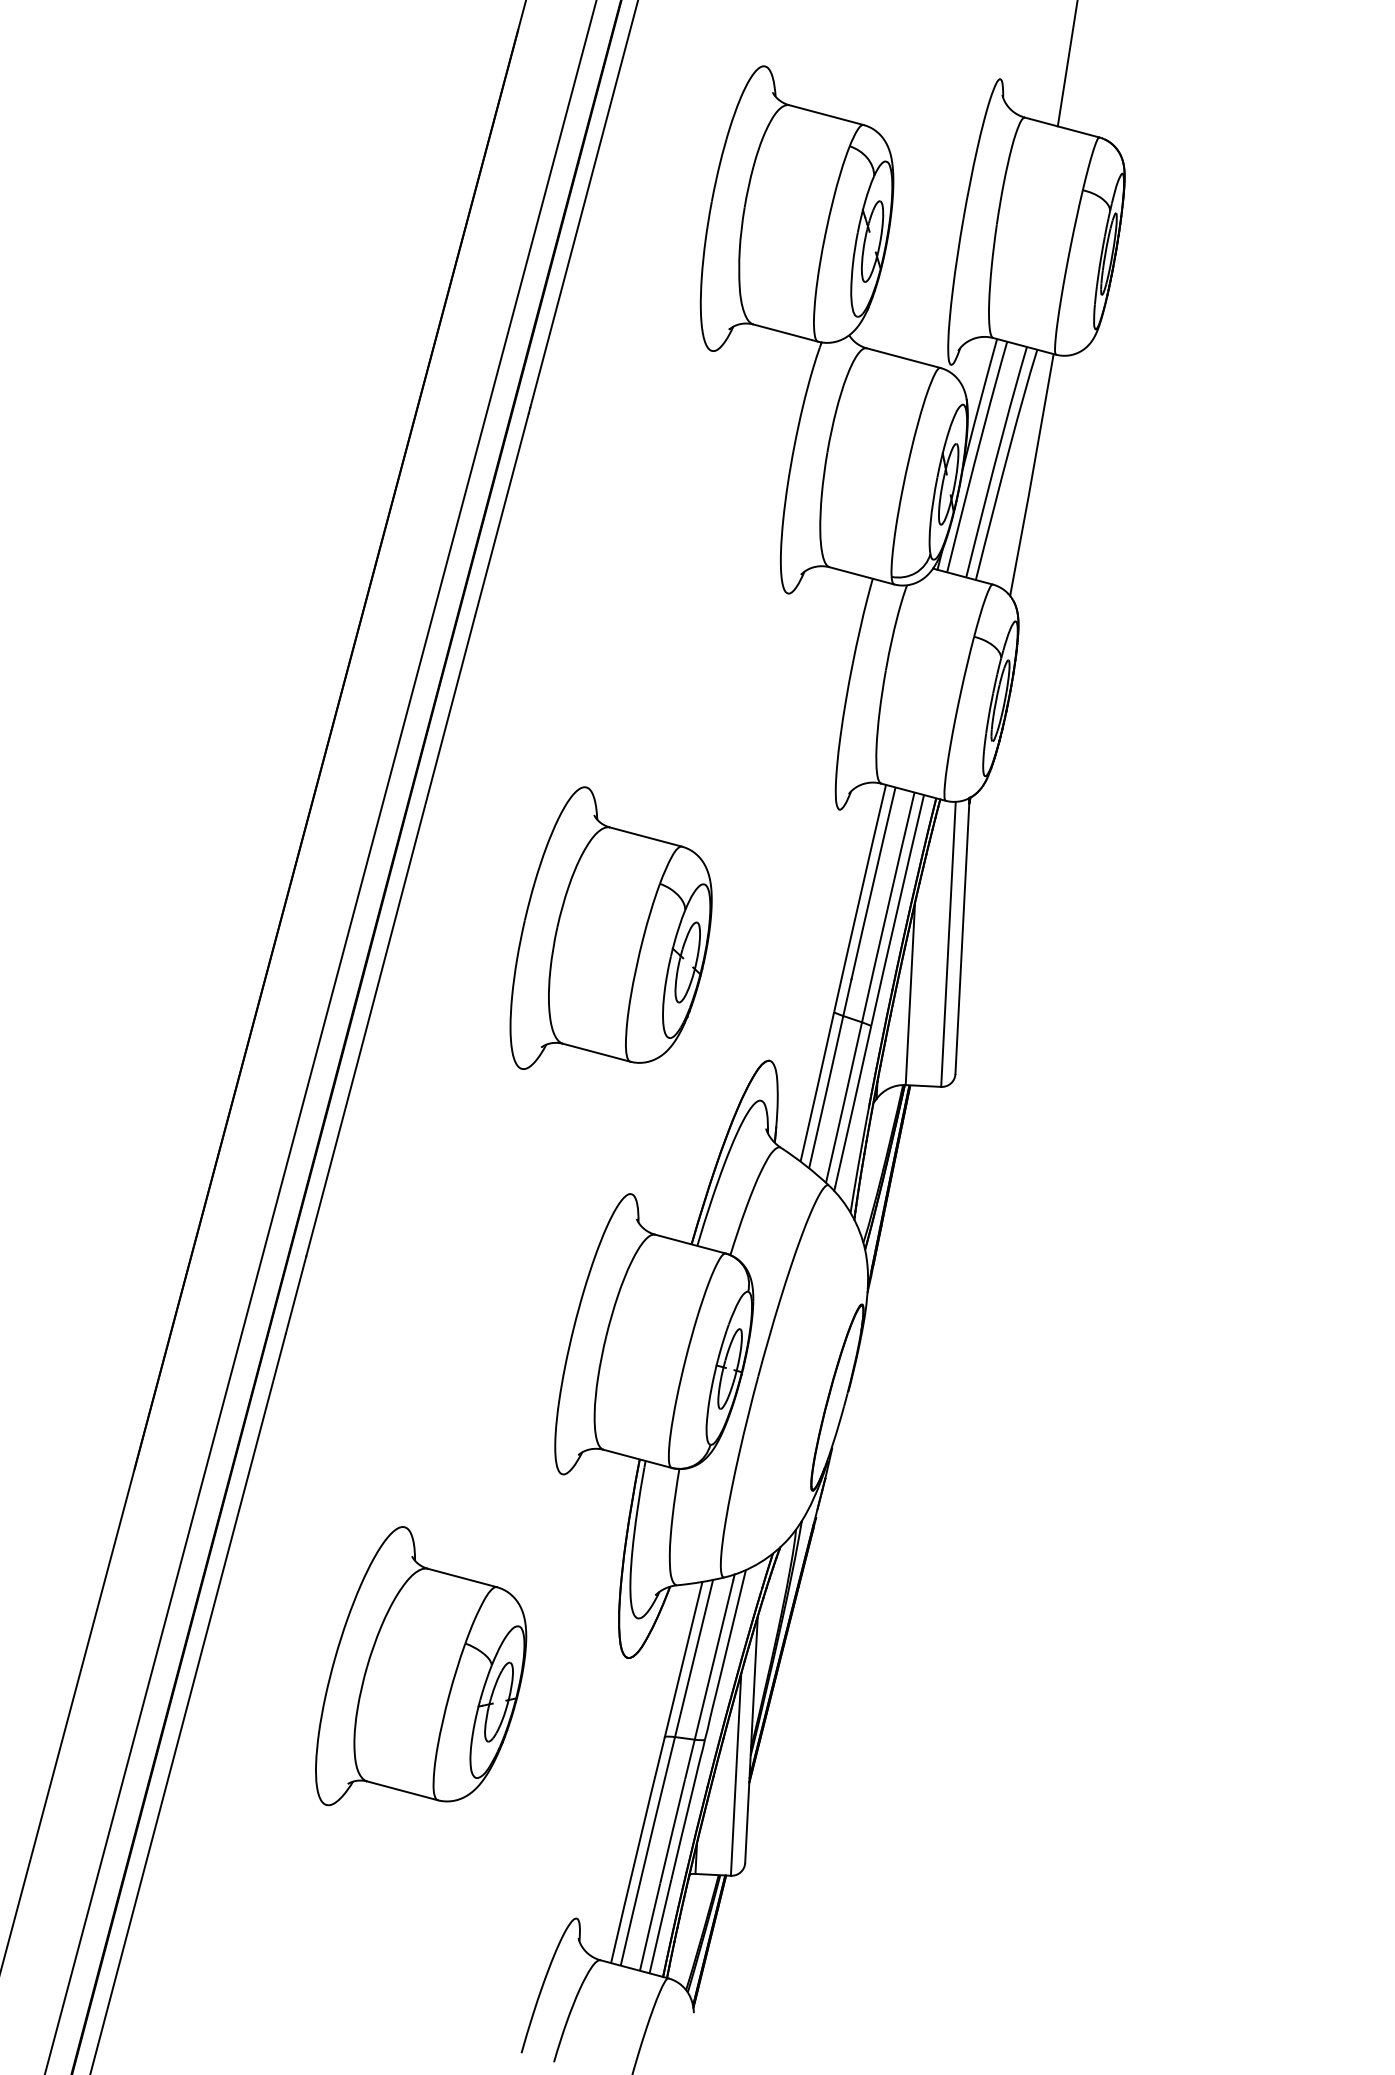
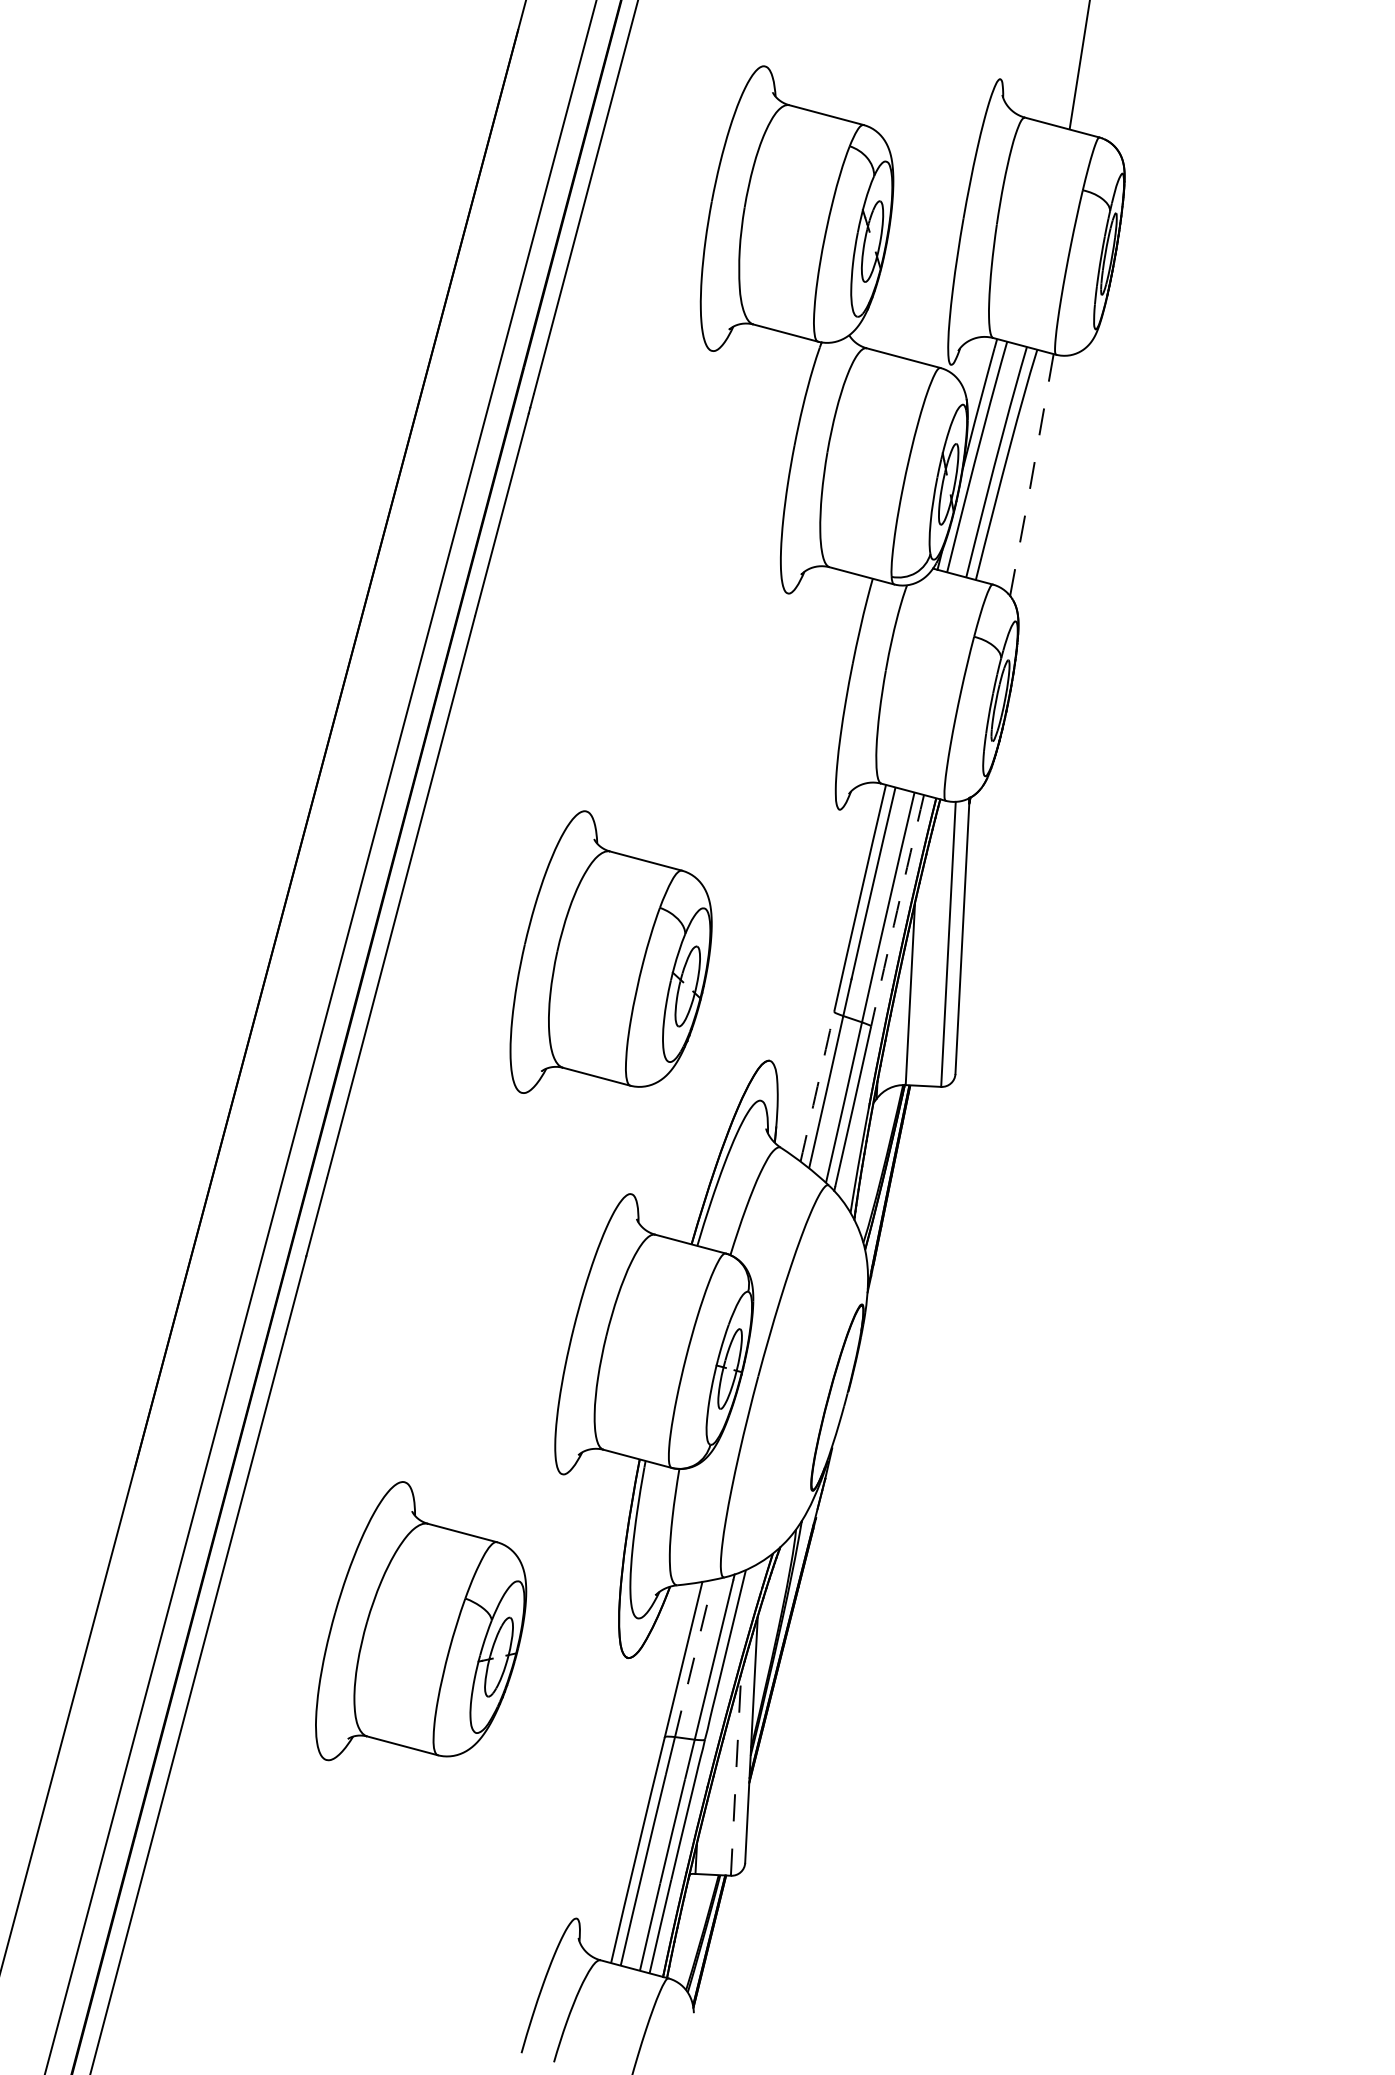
line at (1067, 64) position: (1067, 64) -> (1079, 65)
line at (1032, 475): solid -> dashed
arc at (897, 910): solid -> dashed
part at (610, 927) position: (610, 927) -> (610, 951)
arc at (817, 1086): solid -> dashed
line at (694, 1658): solid -> dashed
part at (421, 1666) position: (421, 1666) -> (421, 1621)
line at (736, 1774): solid -> dashed
